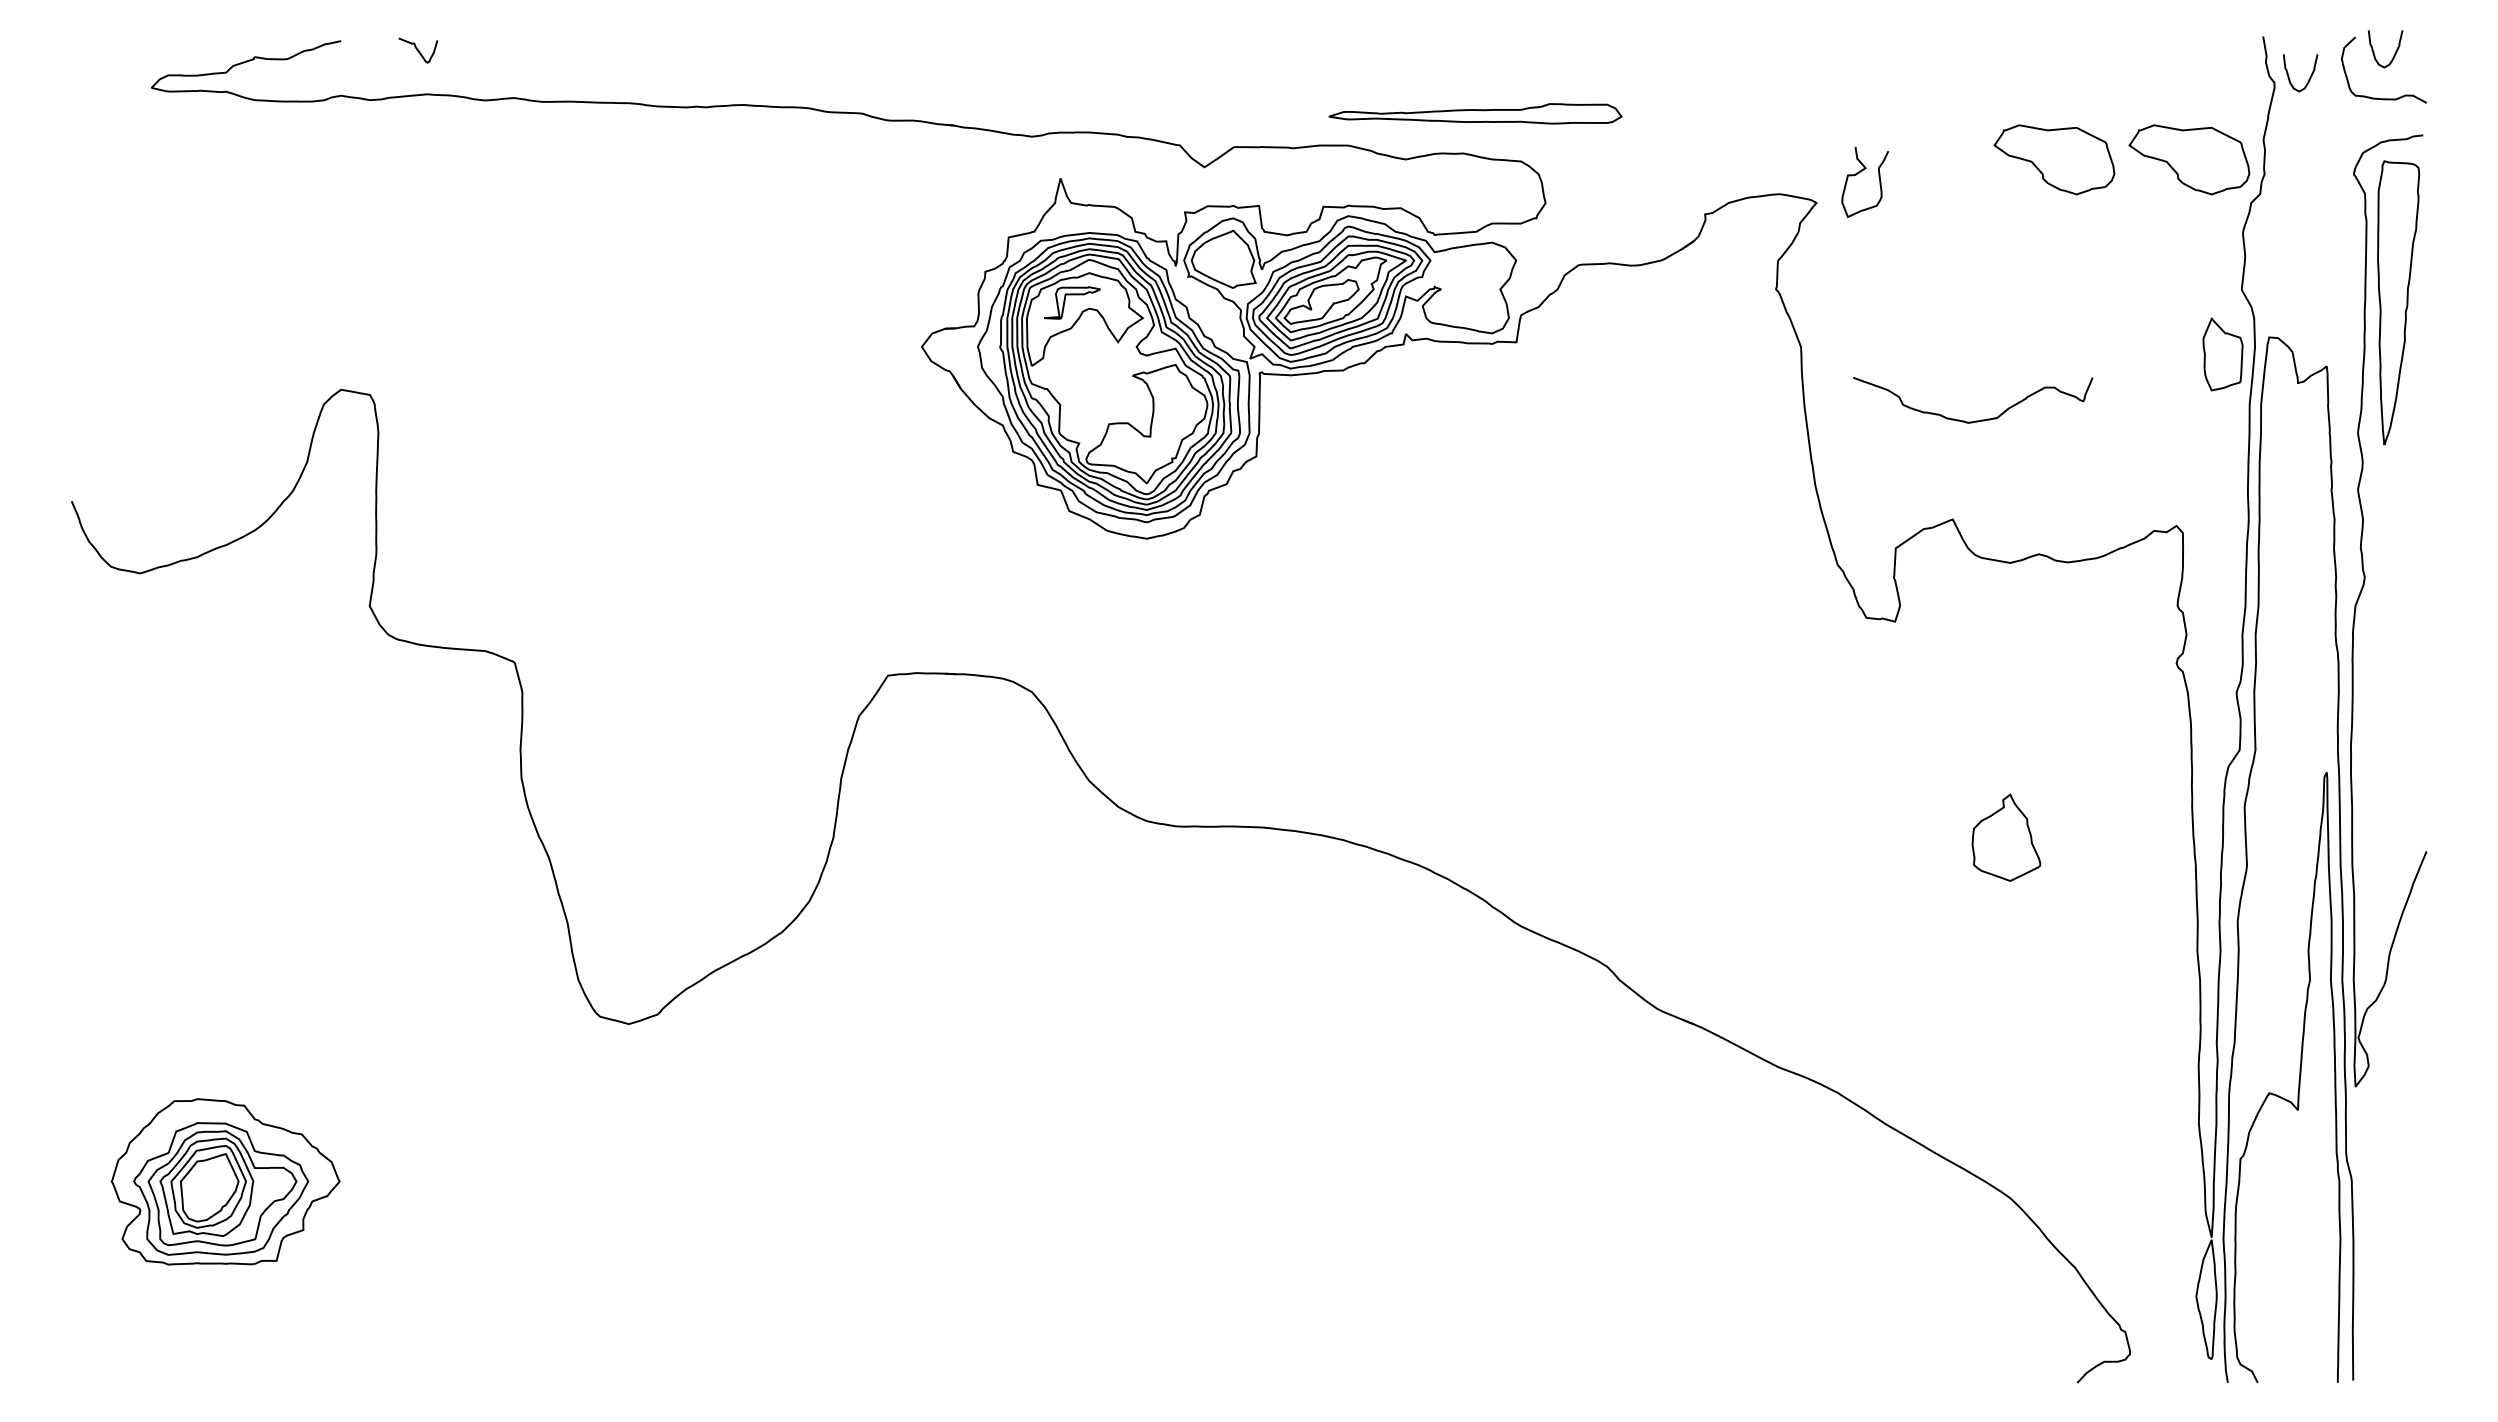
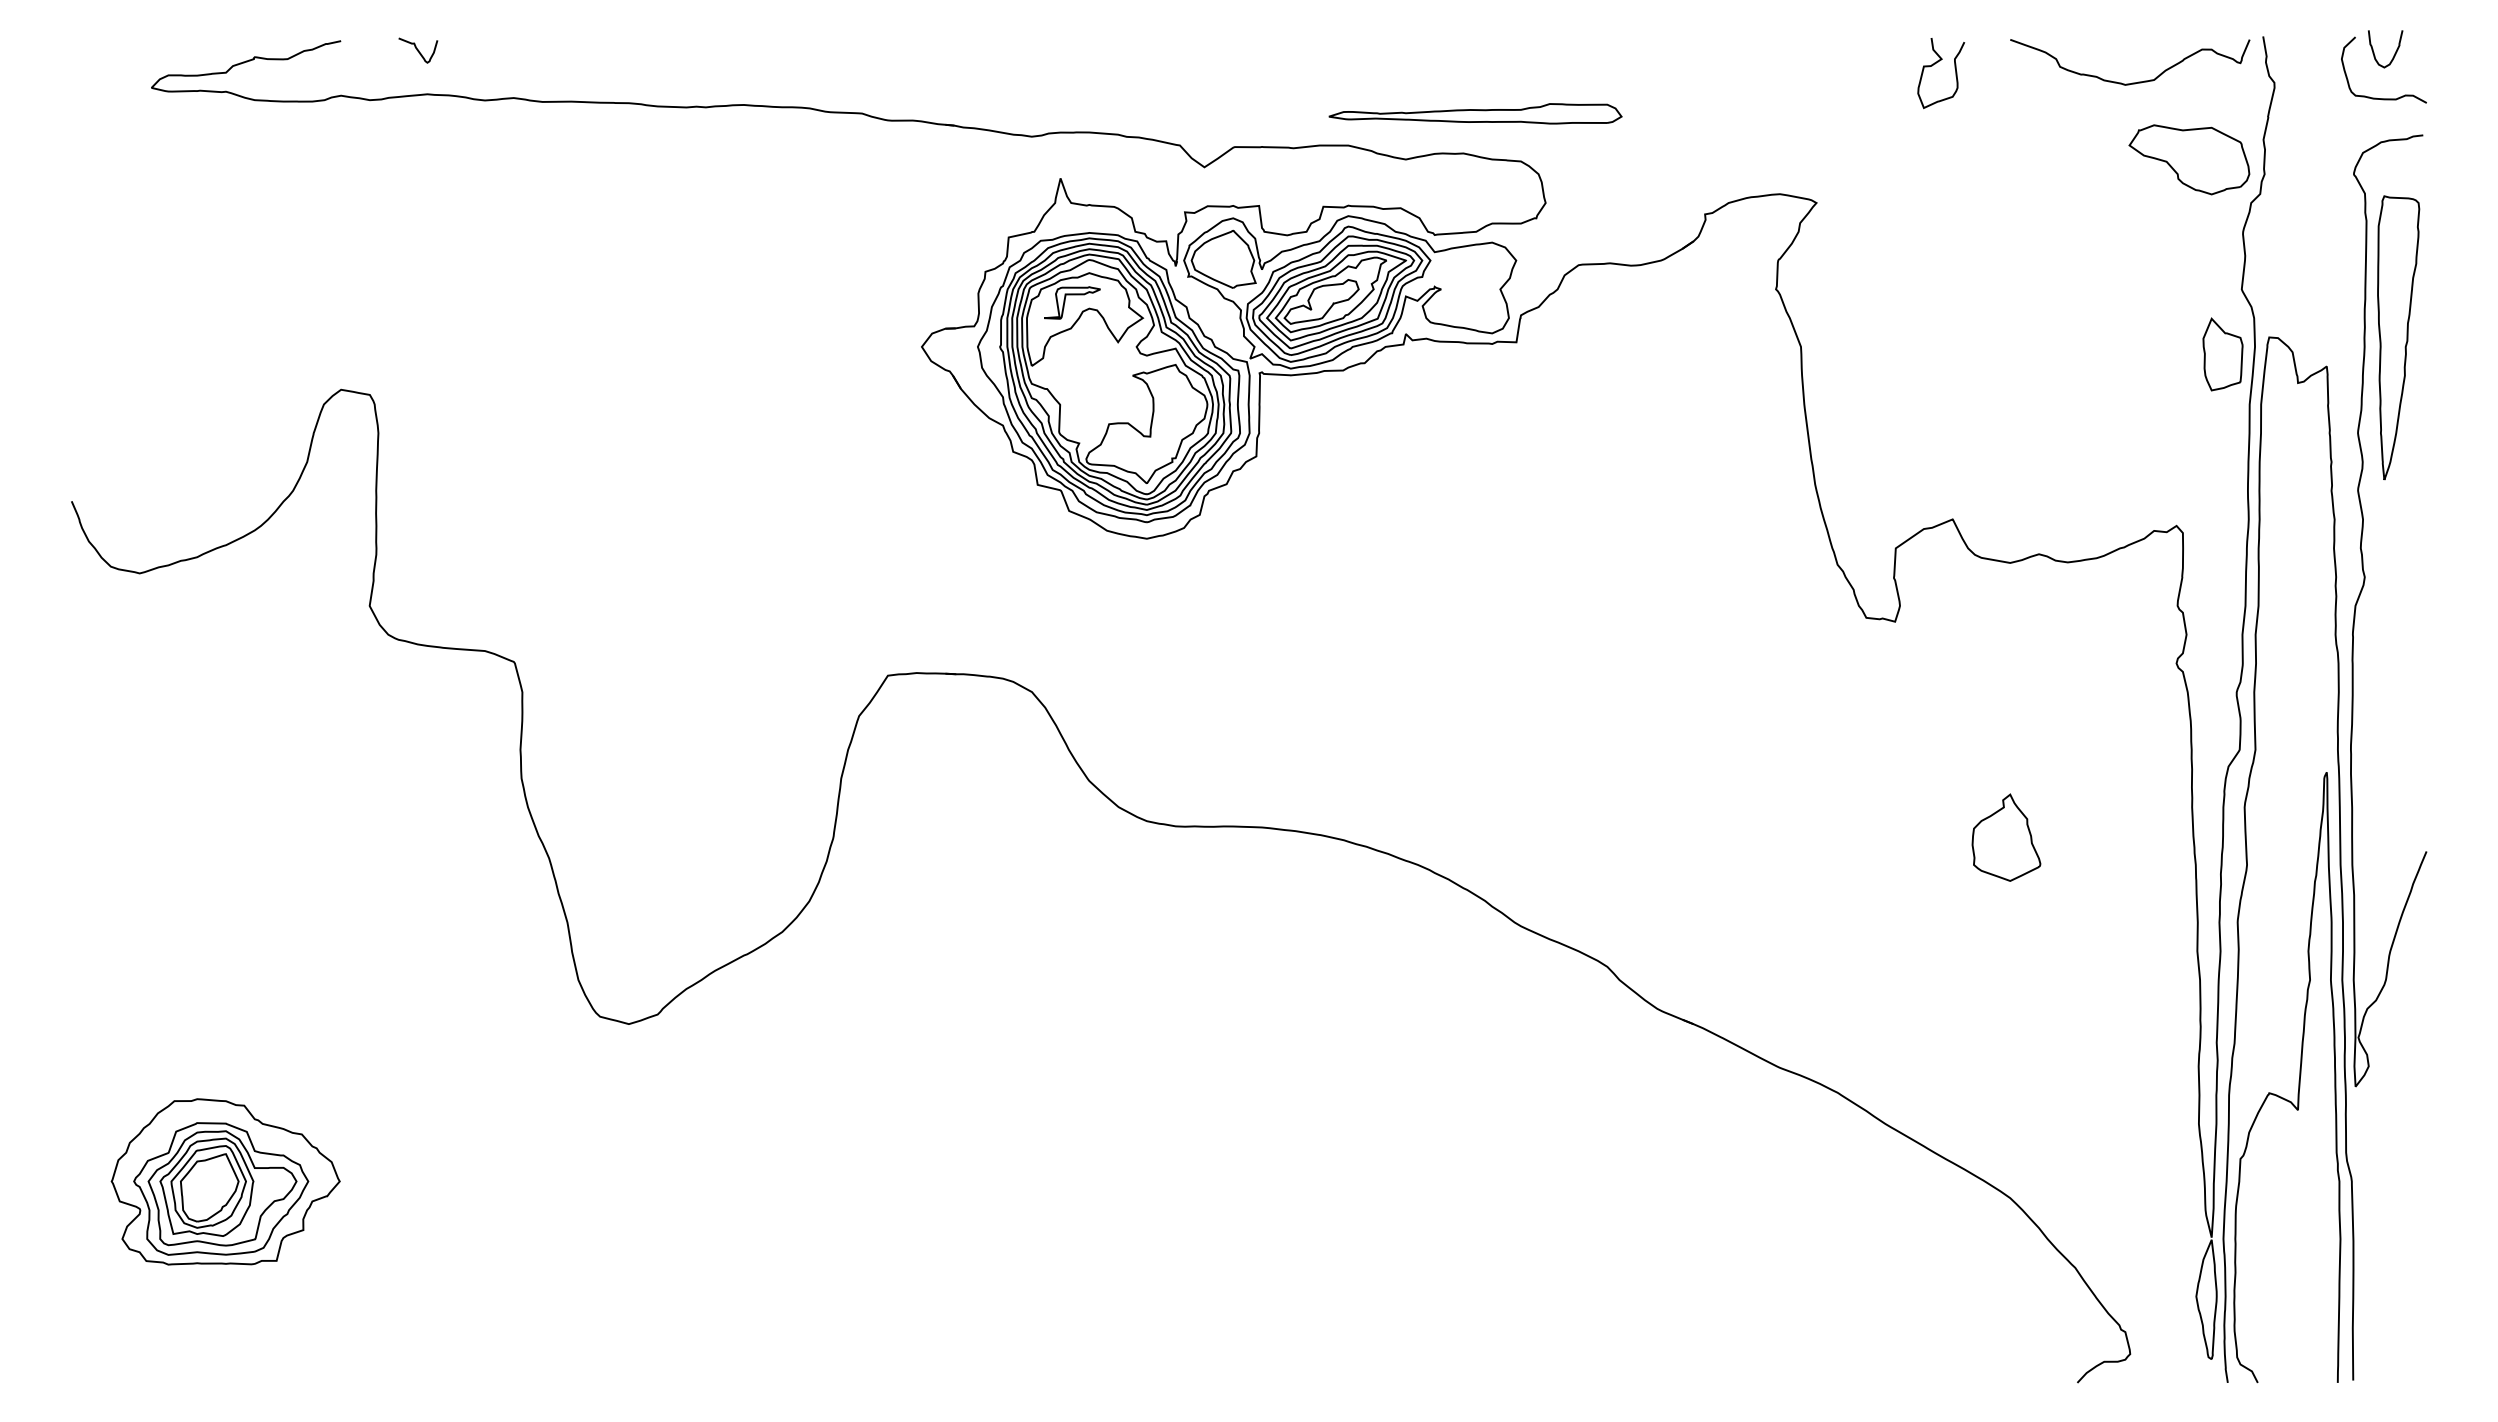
curve at (2309, 77): present -> none
part at (2054, 159): present -> none
curve at (1859, 173) position: (1859, 173) -> (1935, 64)
part at (2398, 302) position: (2398, 302) -> (2398, 337)
curve at (1975, 420) position: (1975, 420) -> (2132, 82)
